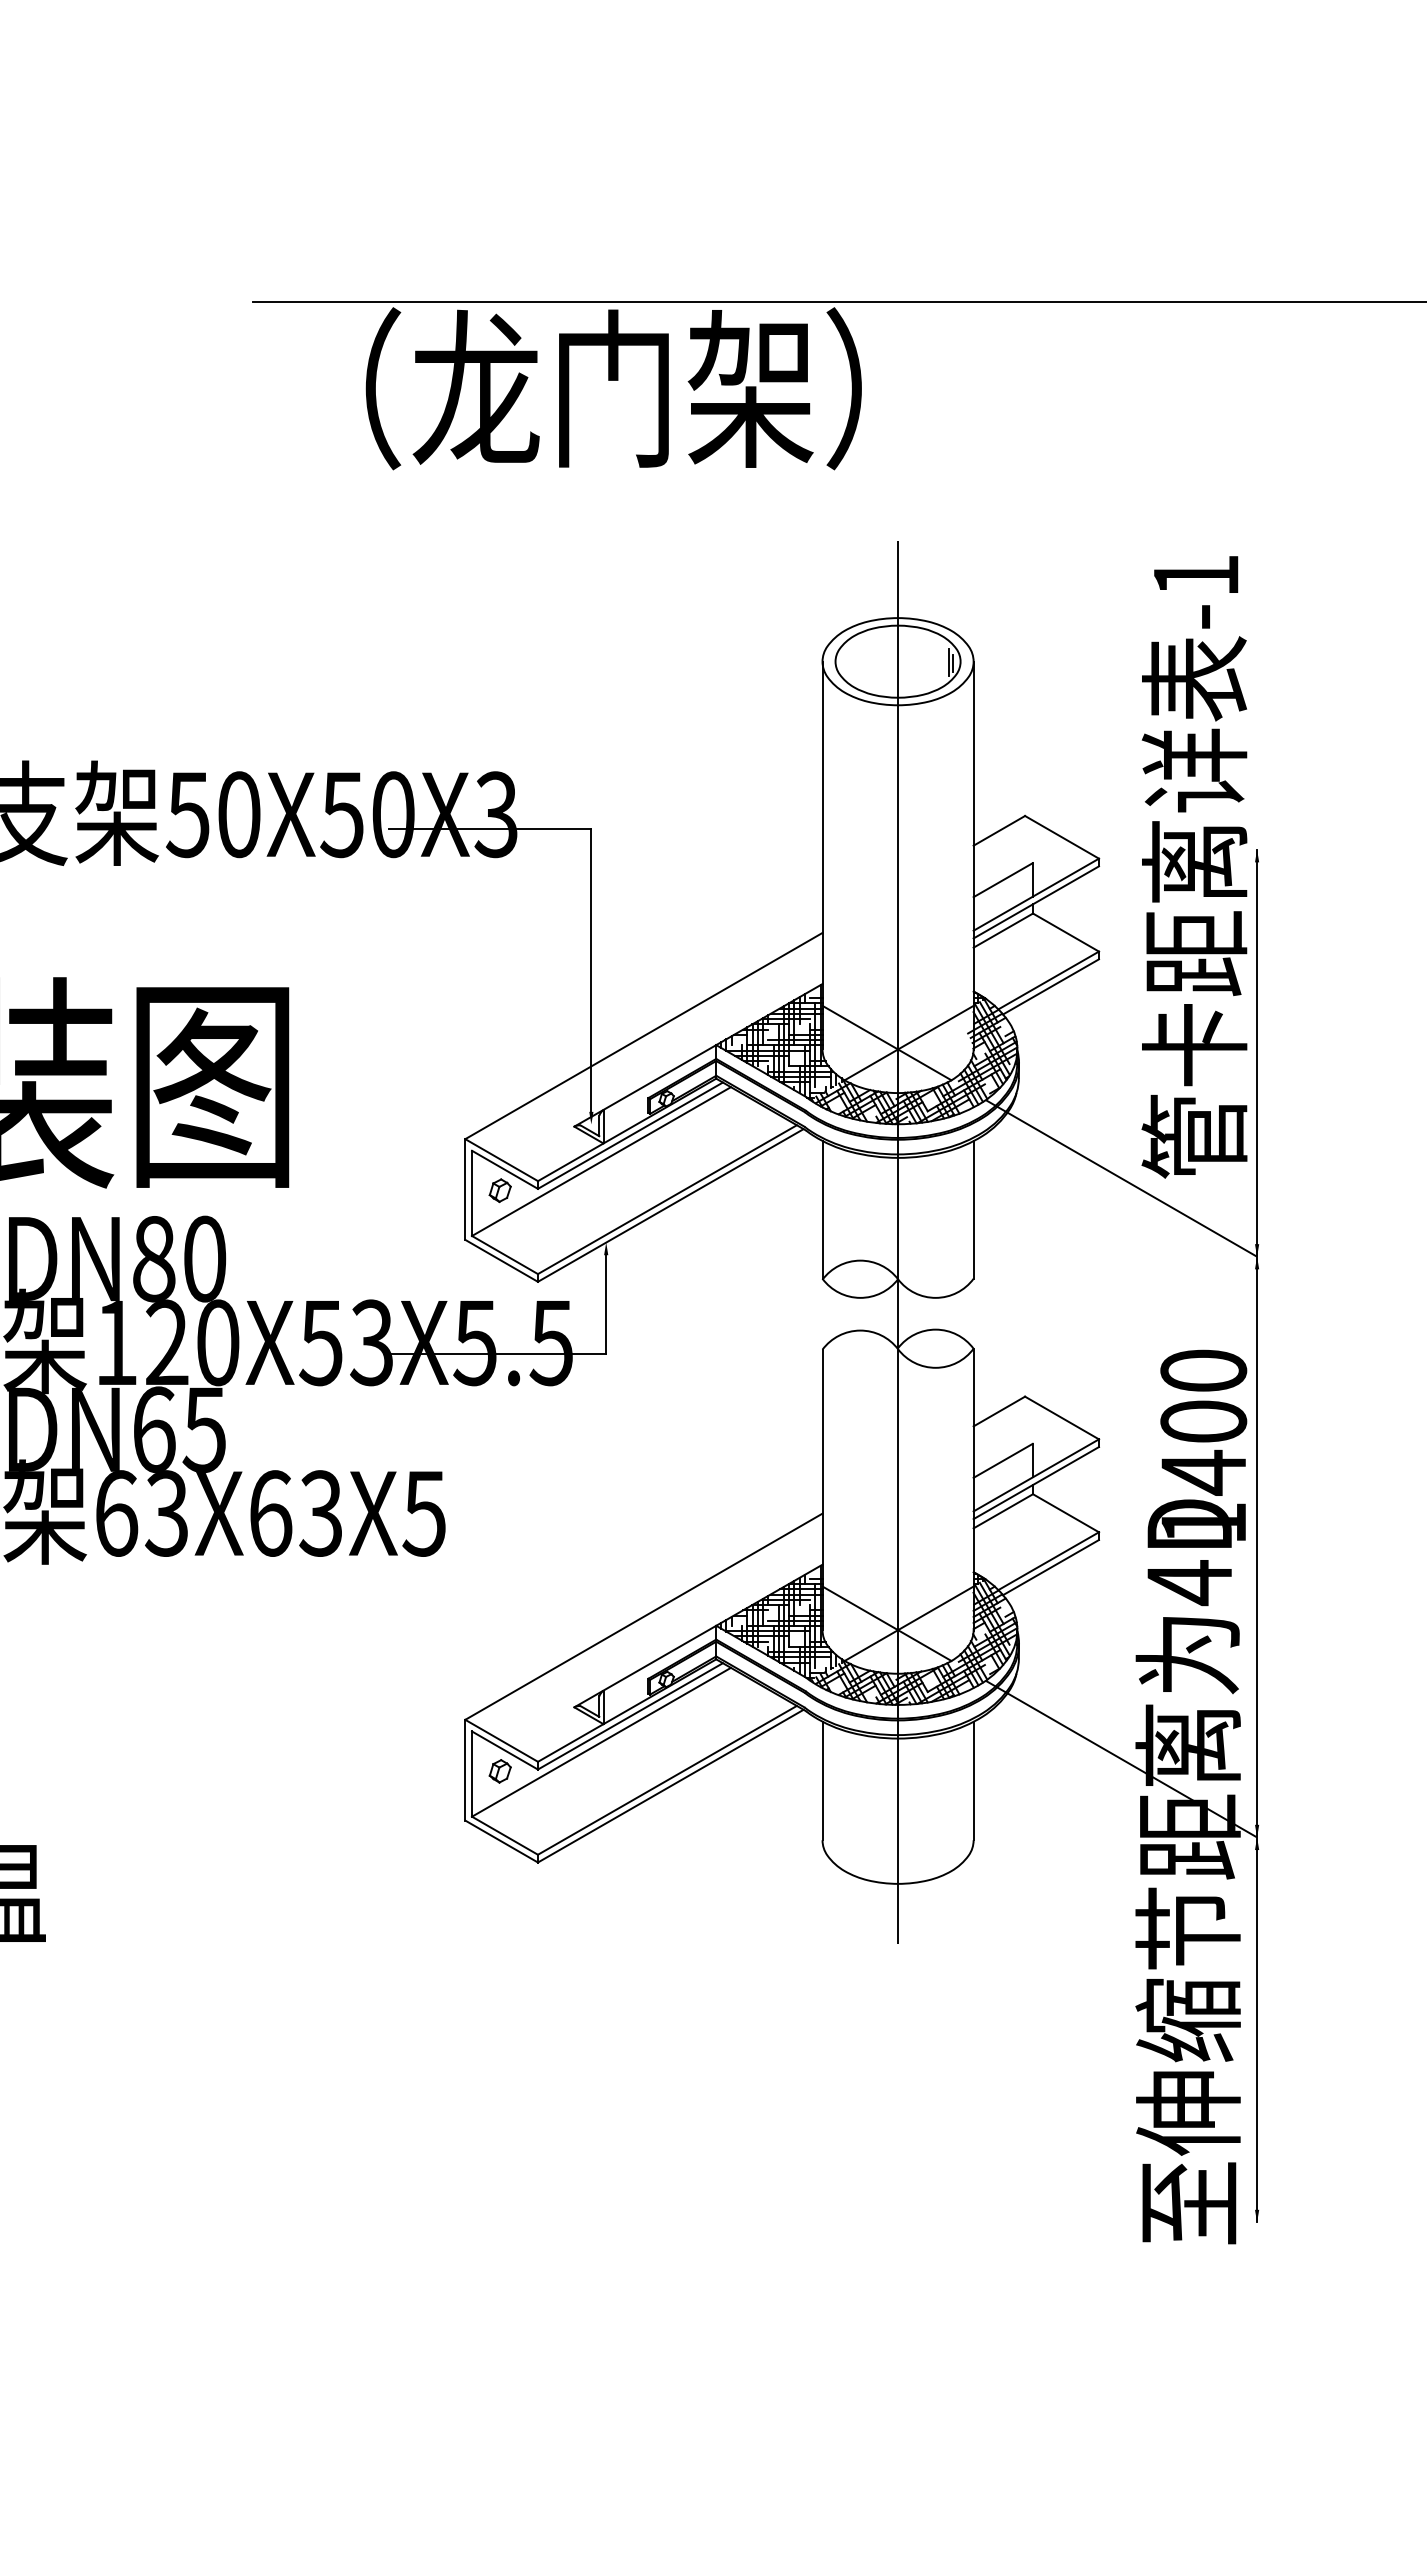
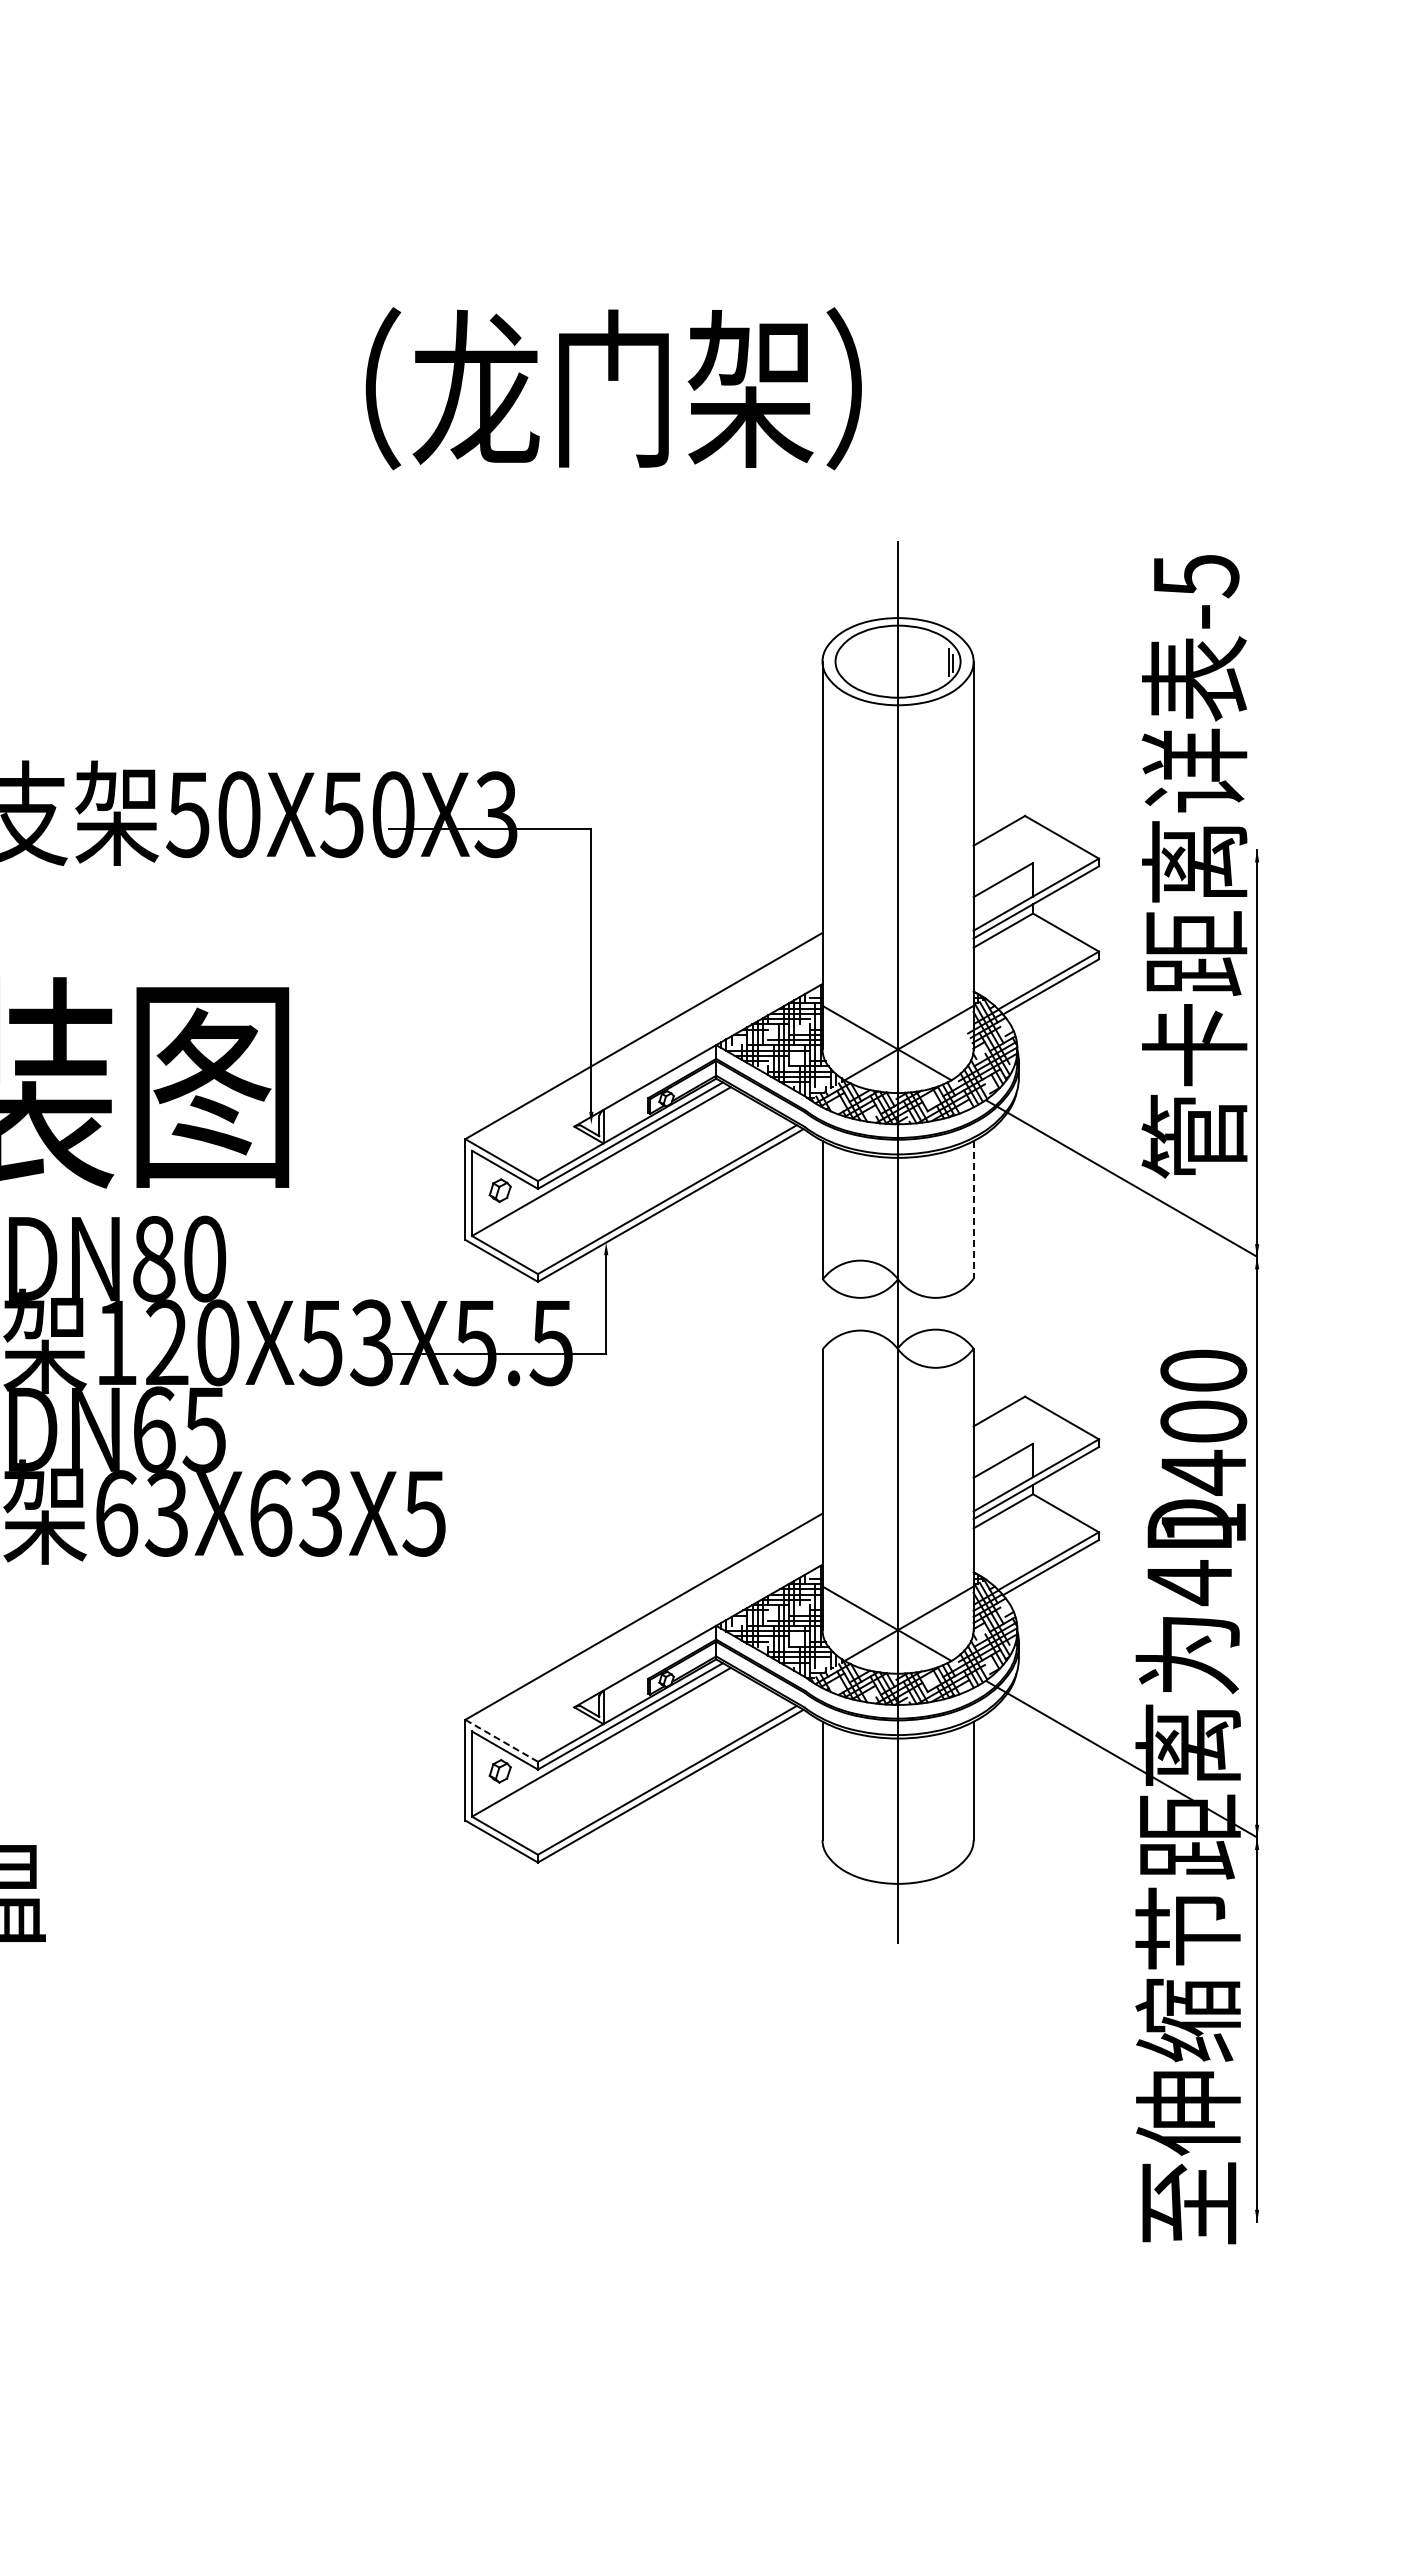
line at (838, 302): present -> none
text at (1196, 576): -1 -> -5
line at (973, 1209): solid -> dashed
line at (501, 1740): solid -> dashed
